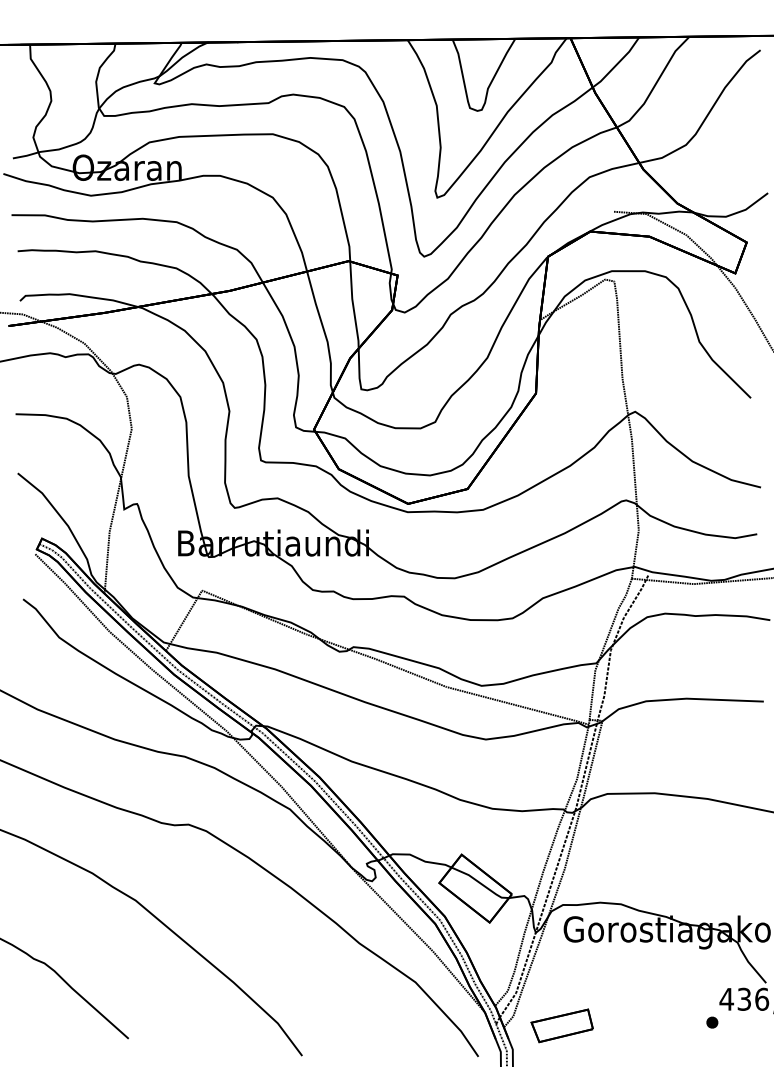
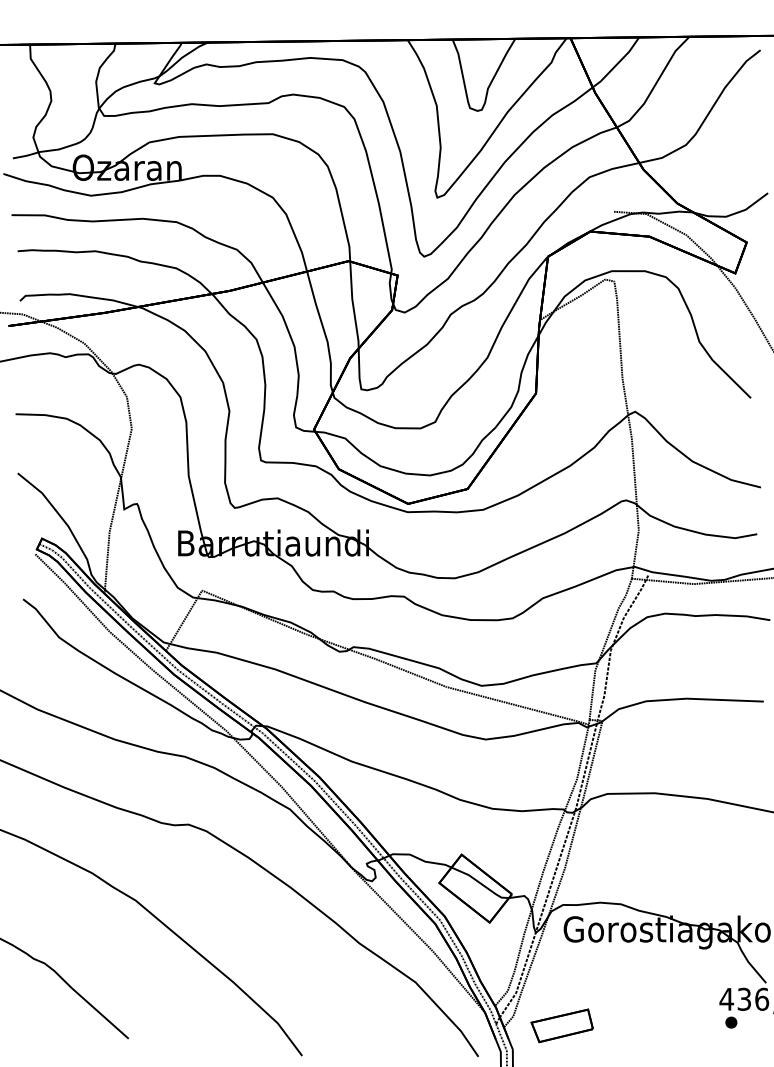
part at (712, 1022) position: (712, 1022) -> (731, 1022)
